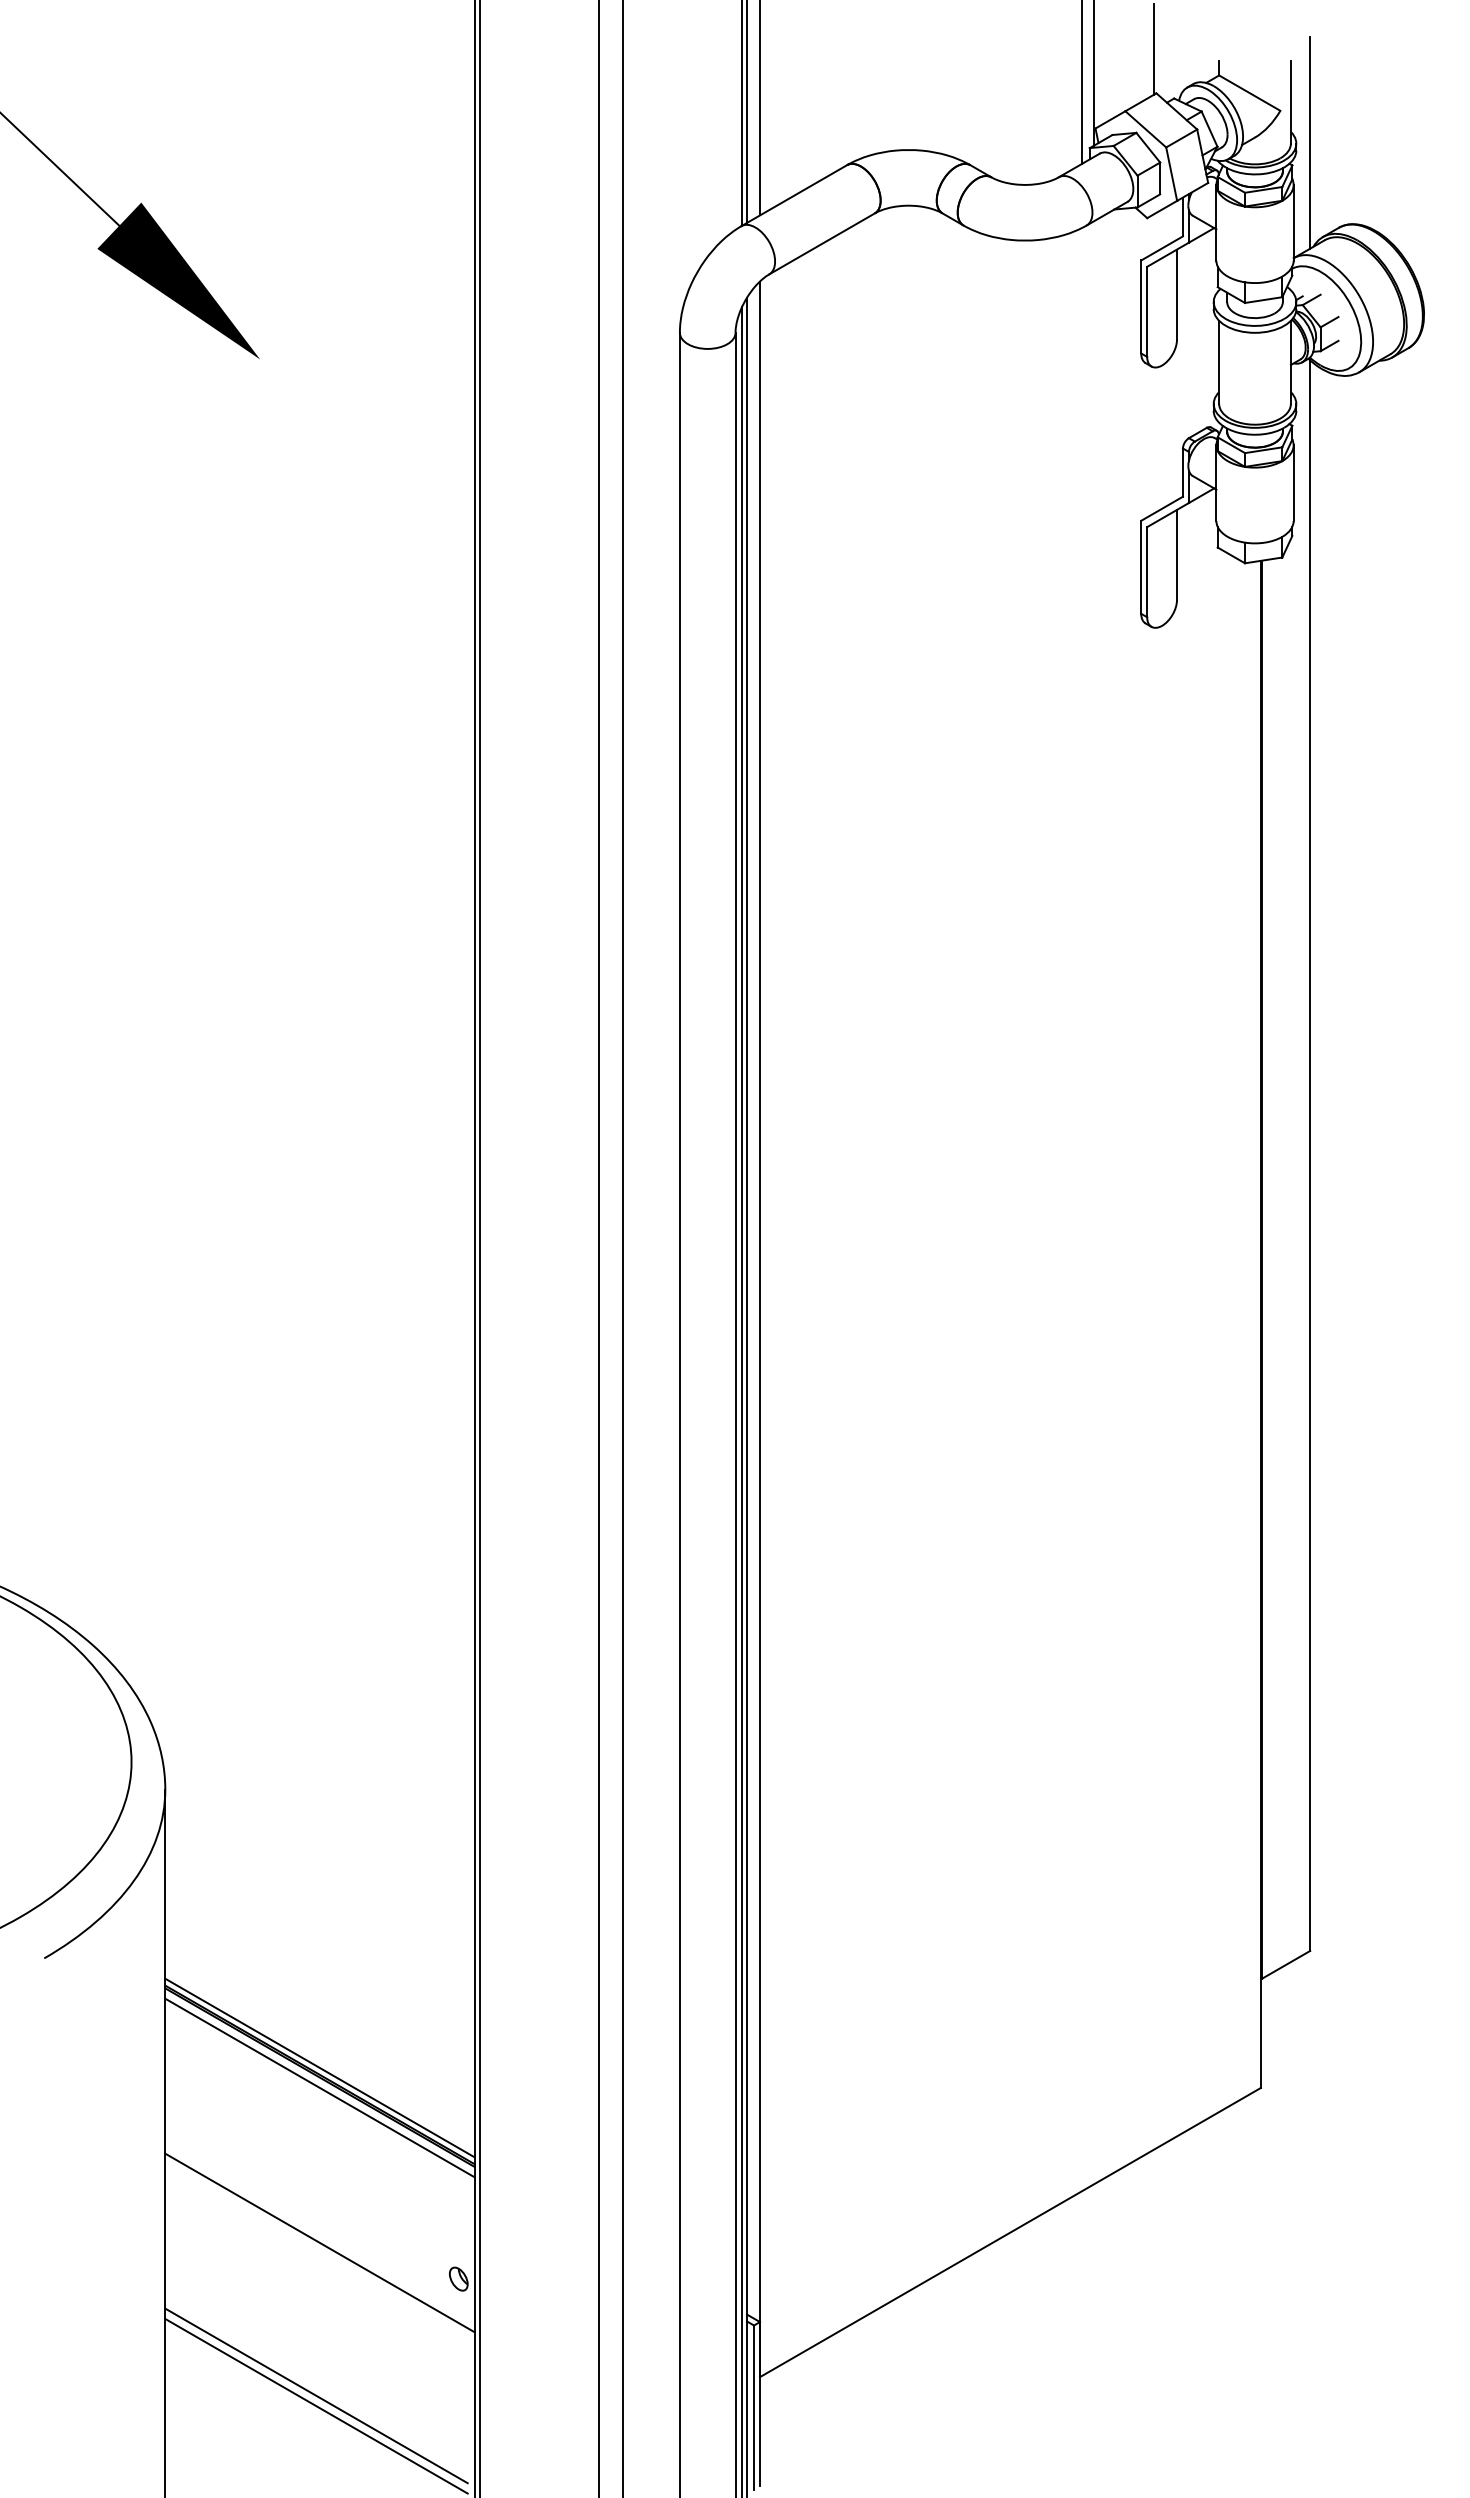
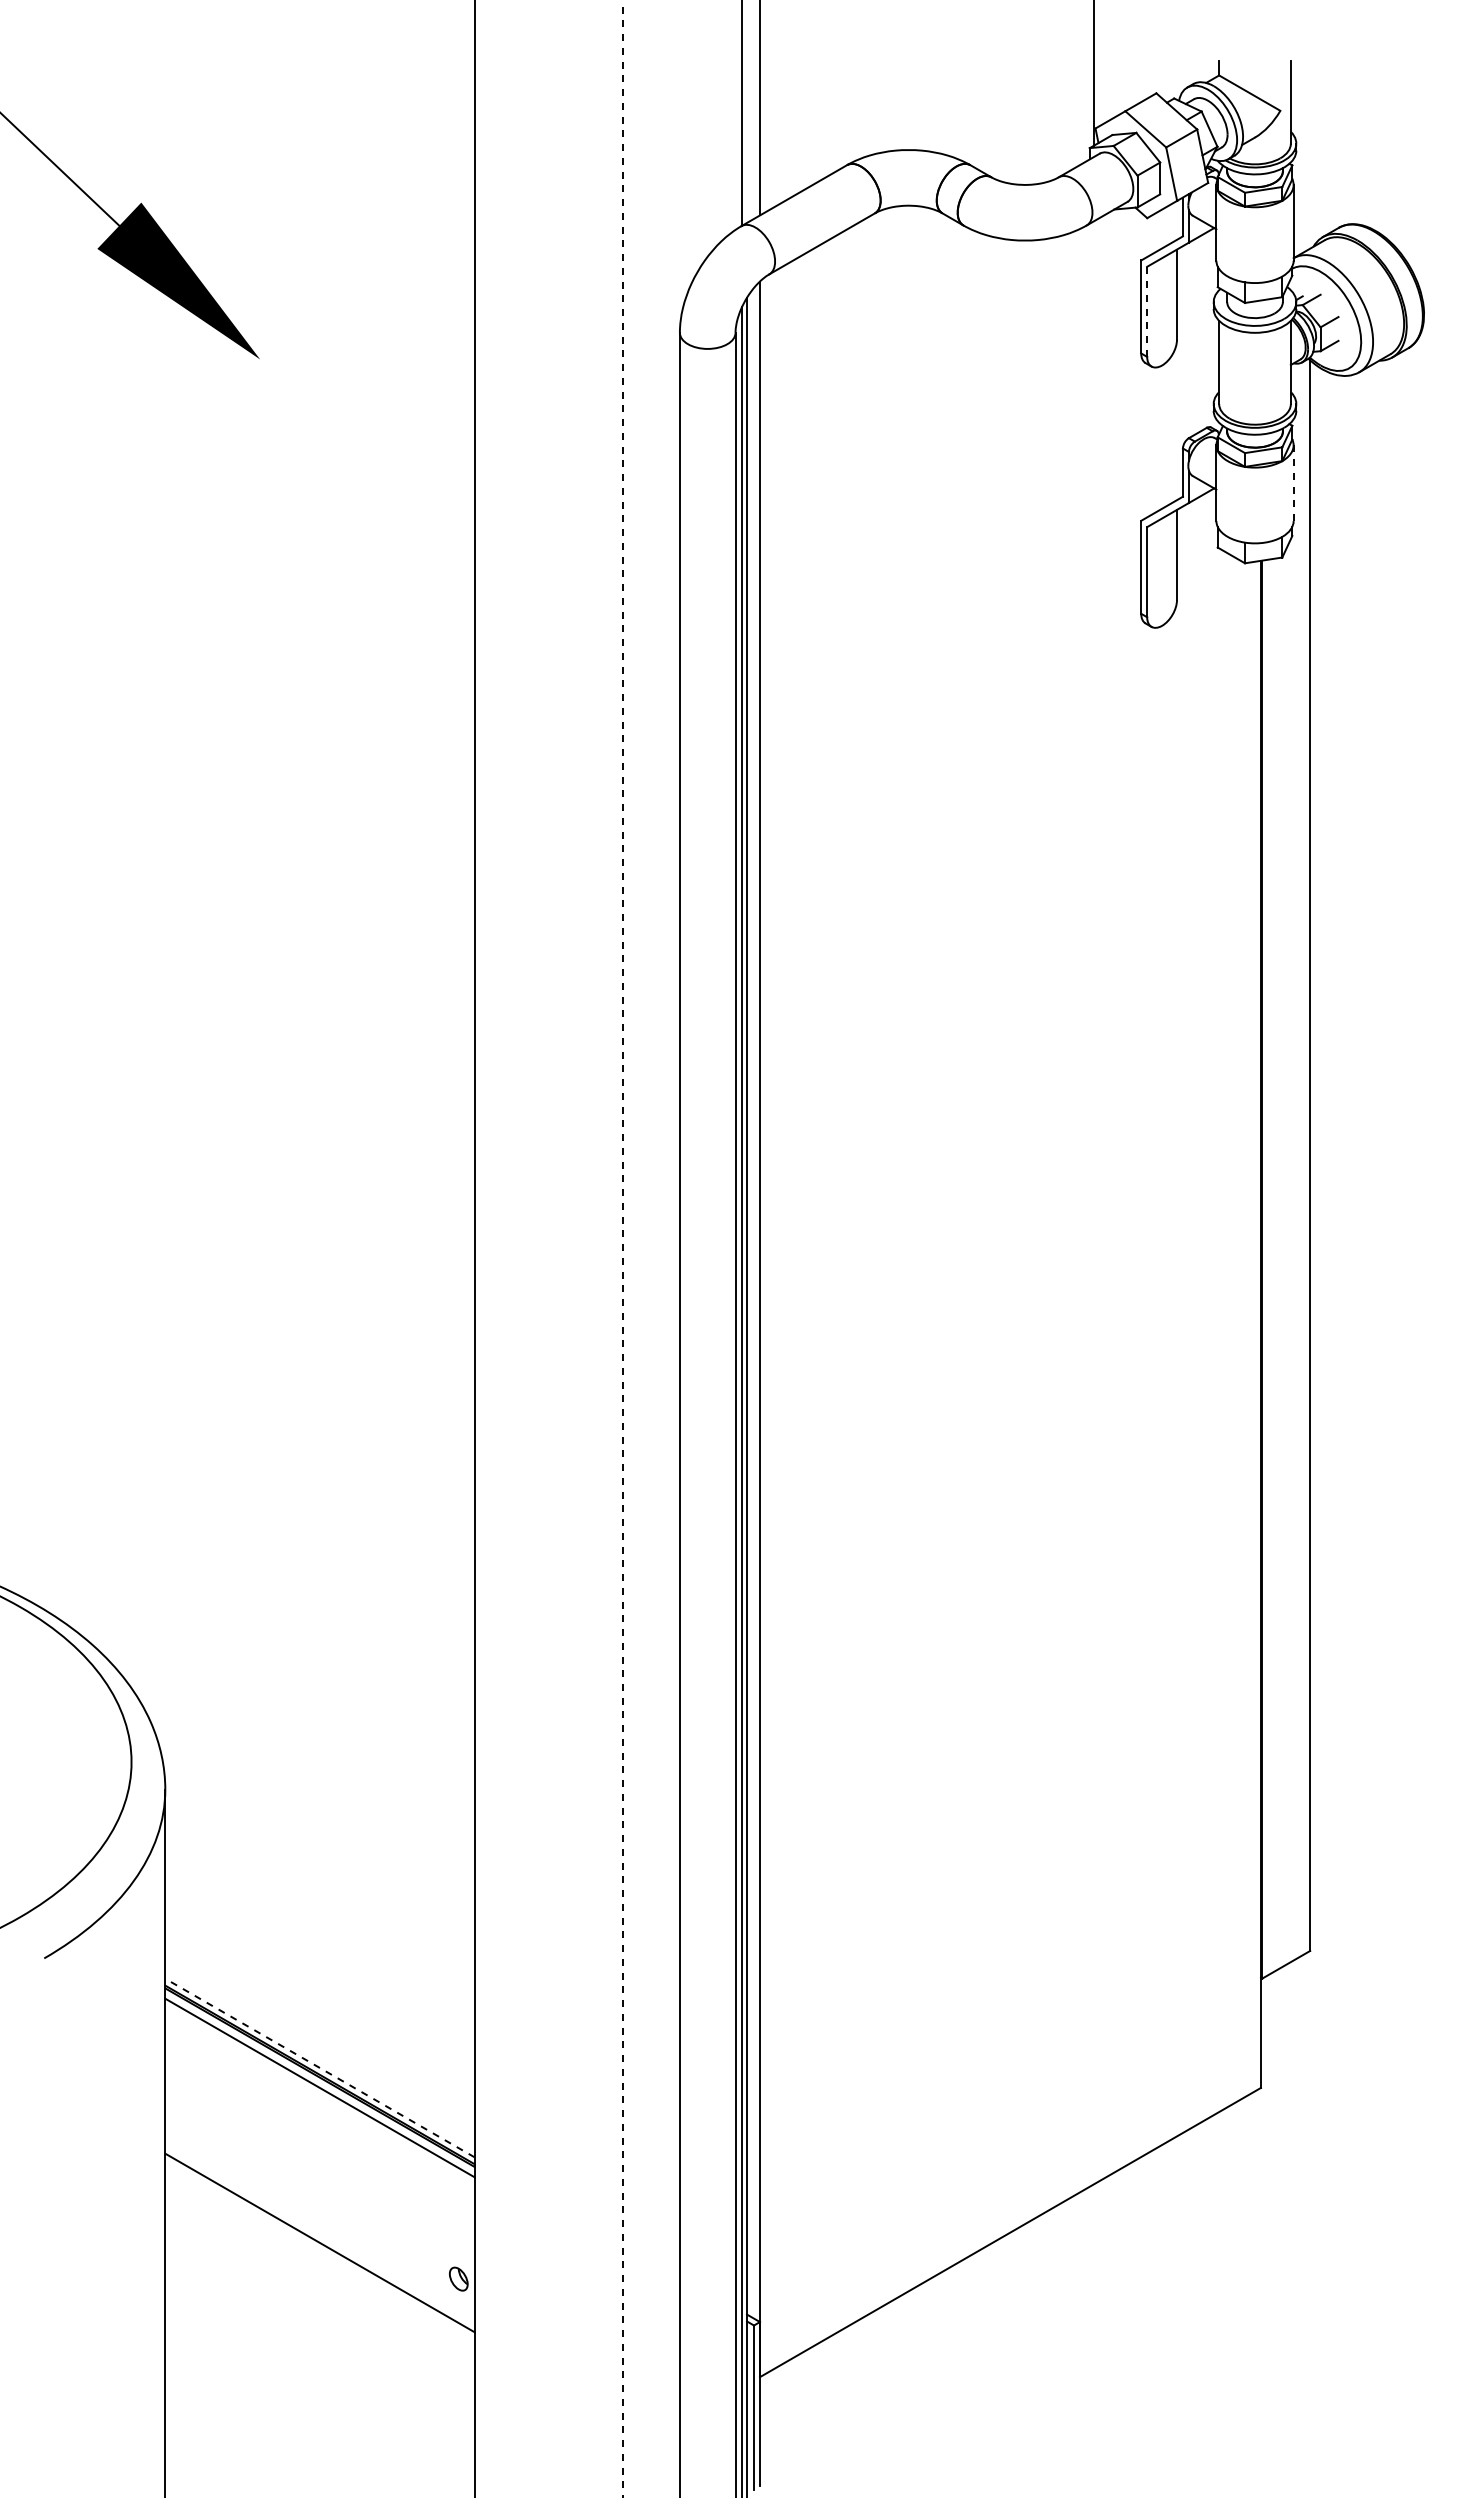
line at (1153, 49): present -> none
line at (1082, 82): present -> none
line at (747, 112): present -> none
line at (1310, 142): present -> none
line at (1147, 311): solid -> dashed
line at (1293, 483): solid -> dashed
line at (479, 1248): present -> none
line at (598, 1248): present -> none
line at (622, 1249): solid -> dashed
line at (320, 2068): solid -> dashed
line at (316, 2395): present -> none
line at (316, 2405): present -> none
